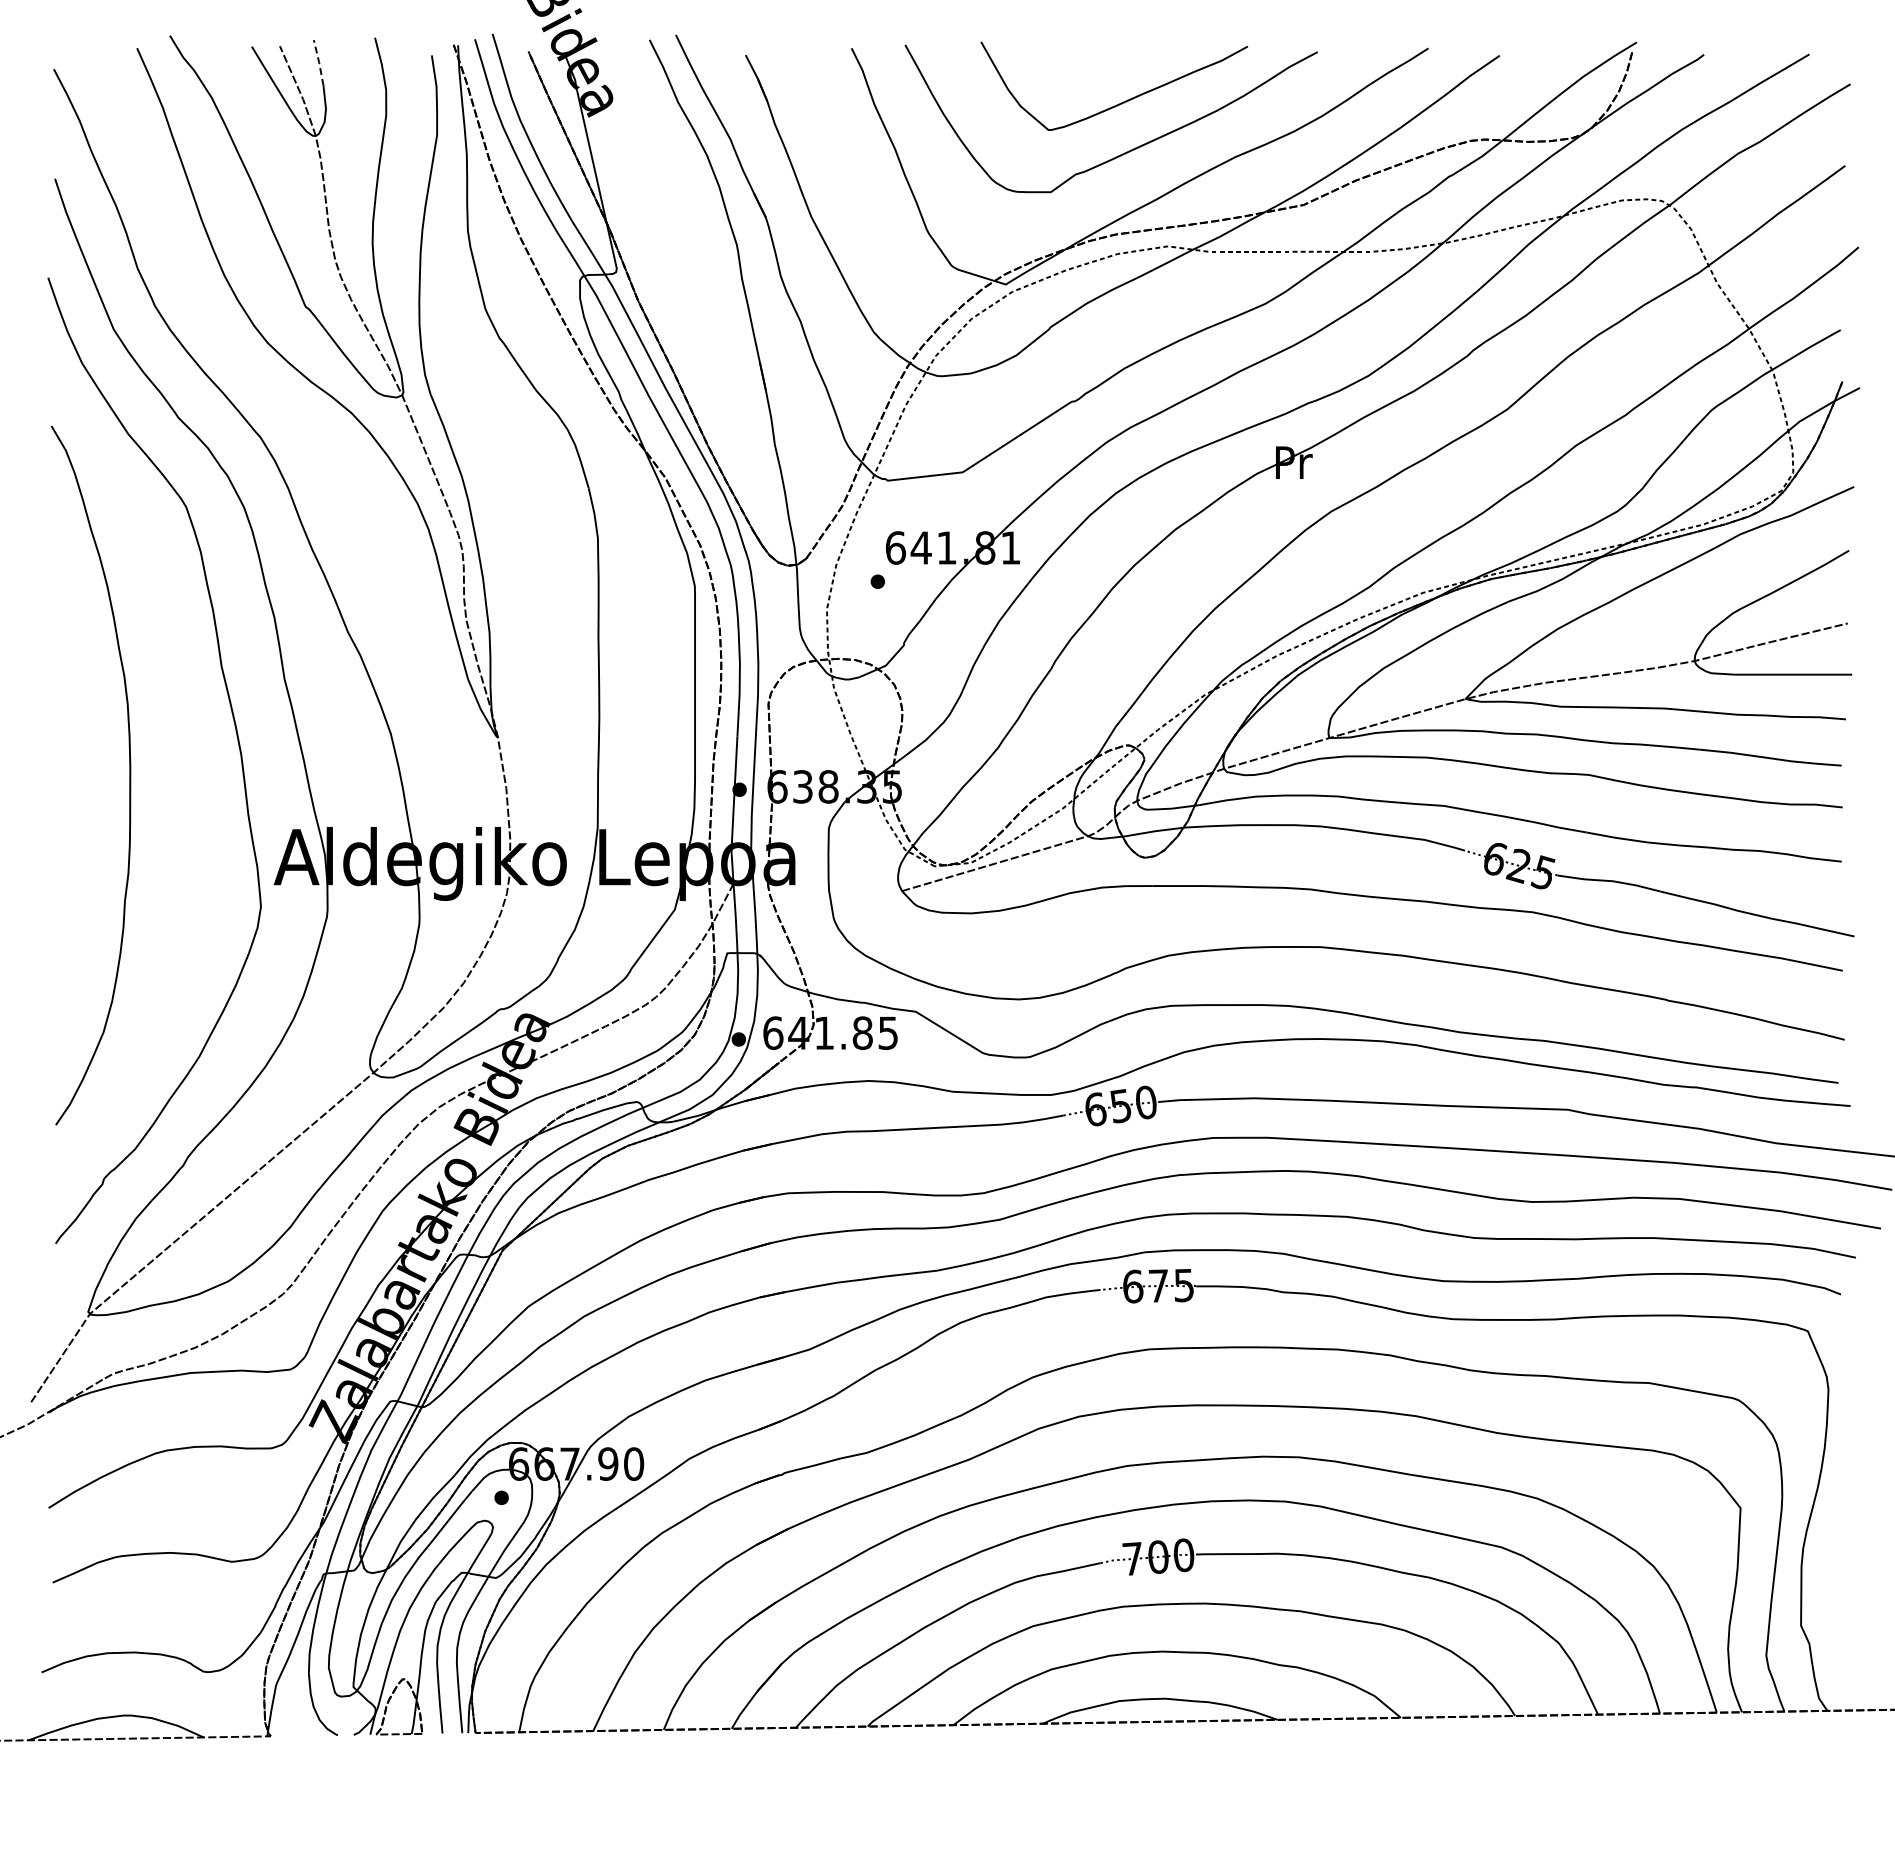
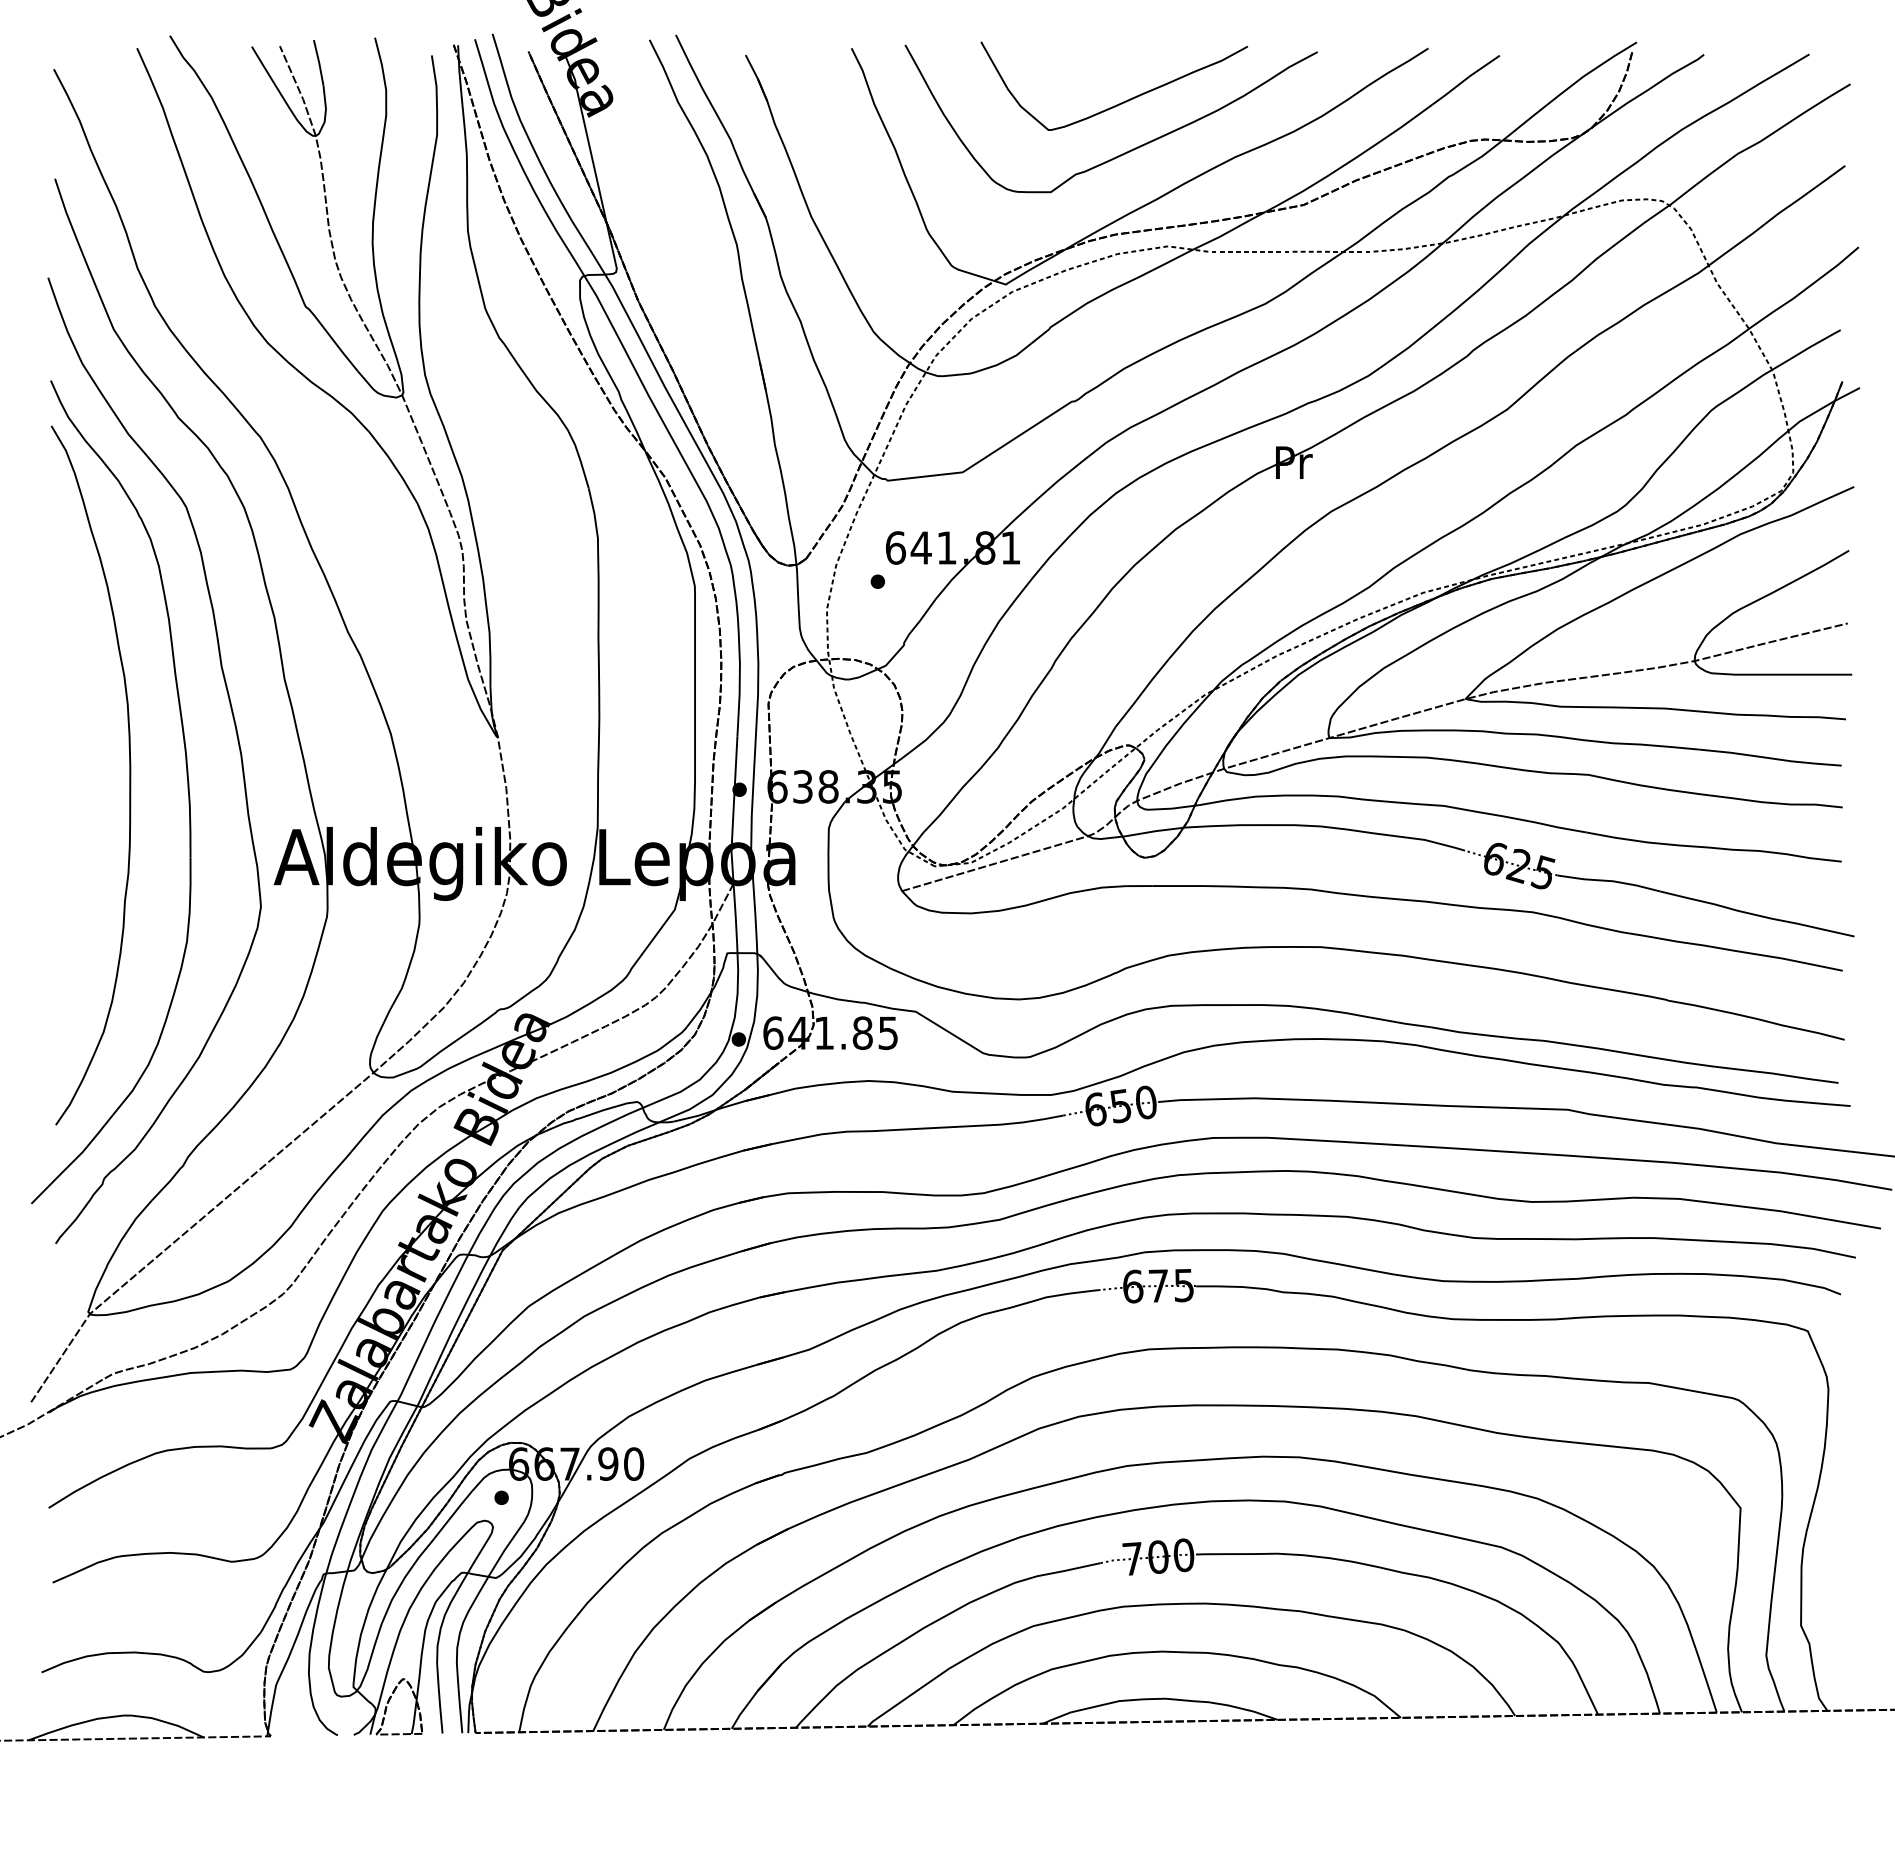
line at (319, 62): dashed -> solid
part at (187, 790): none -> present
